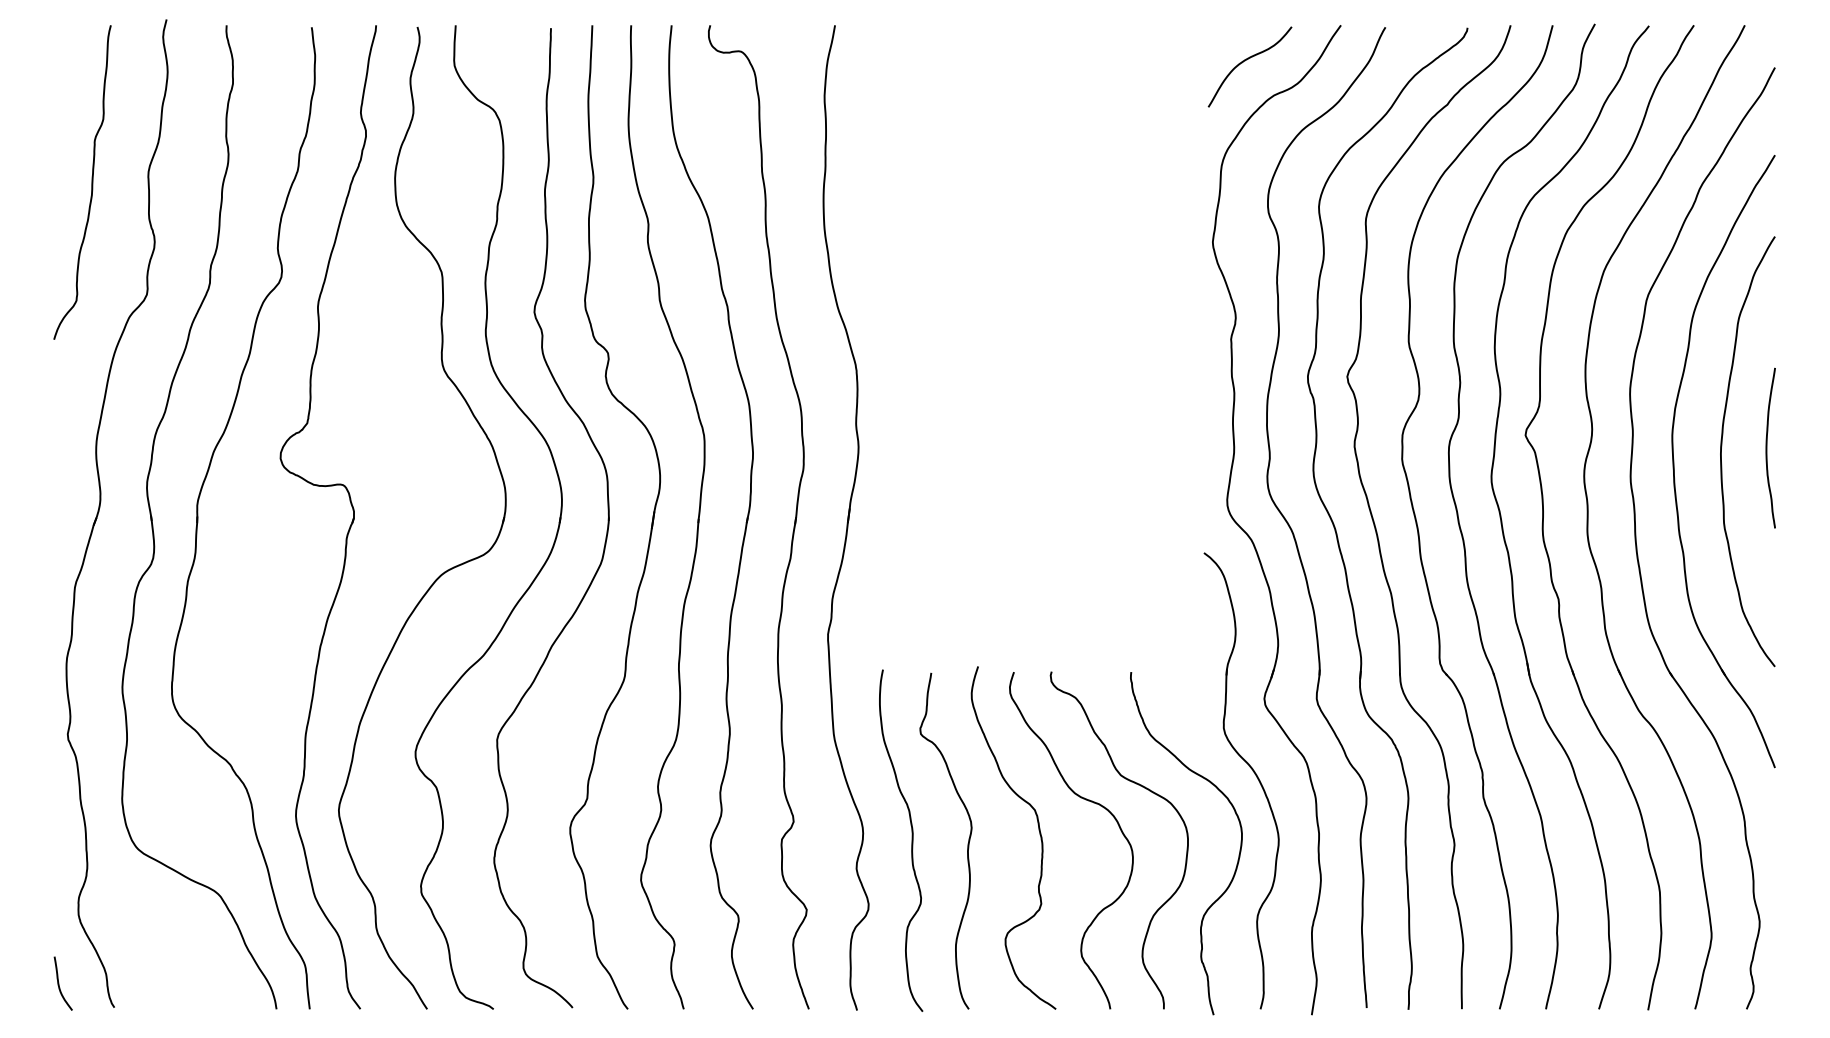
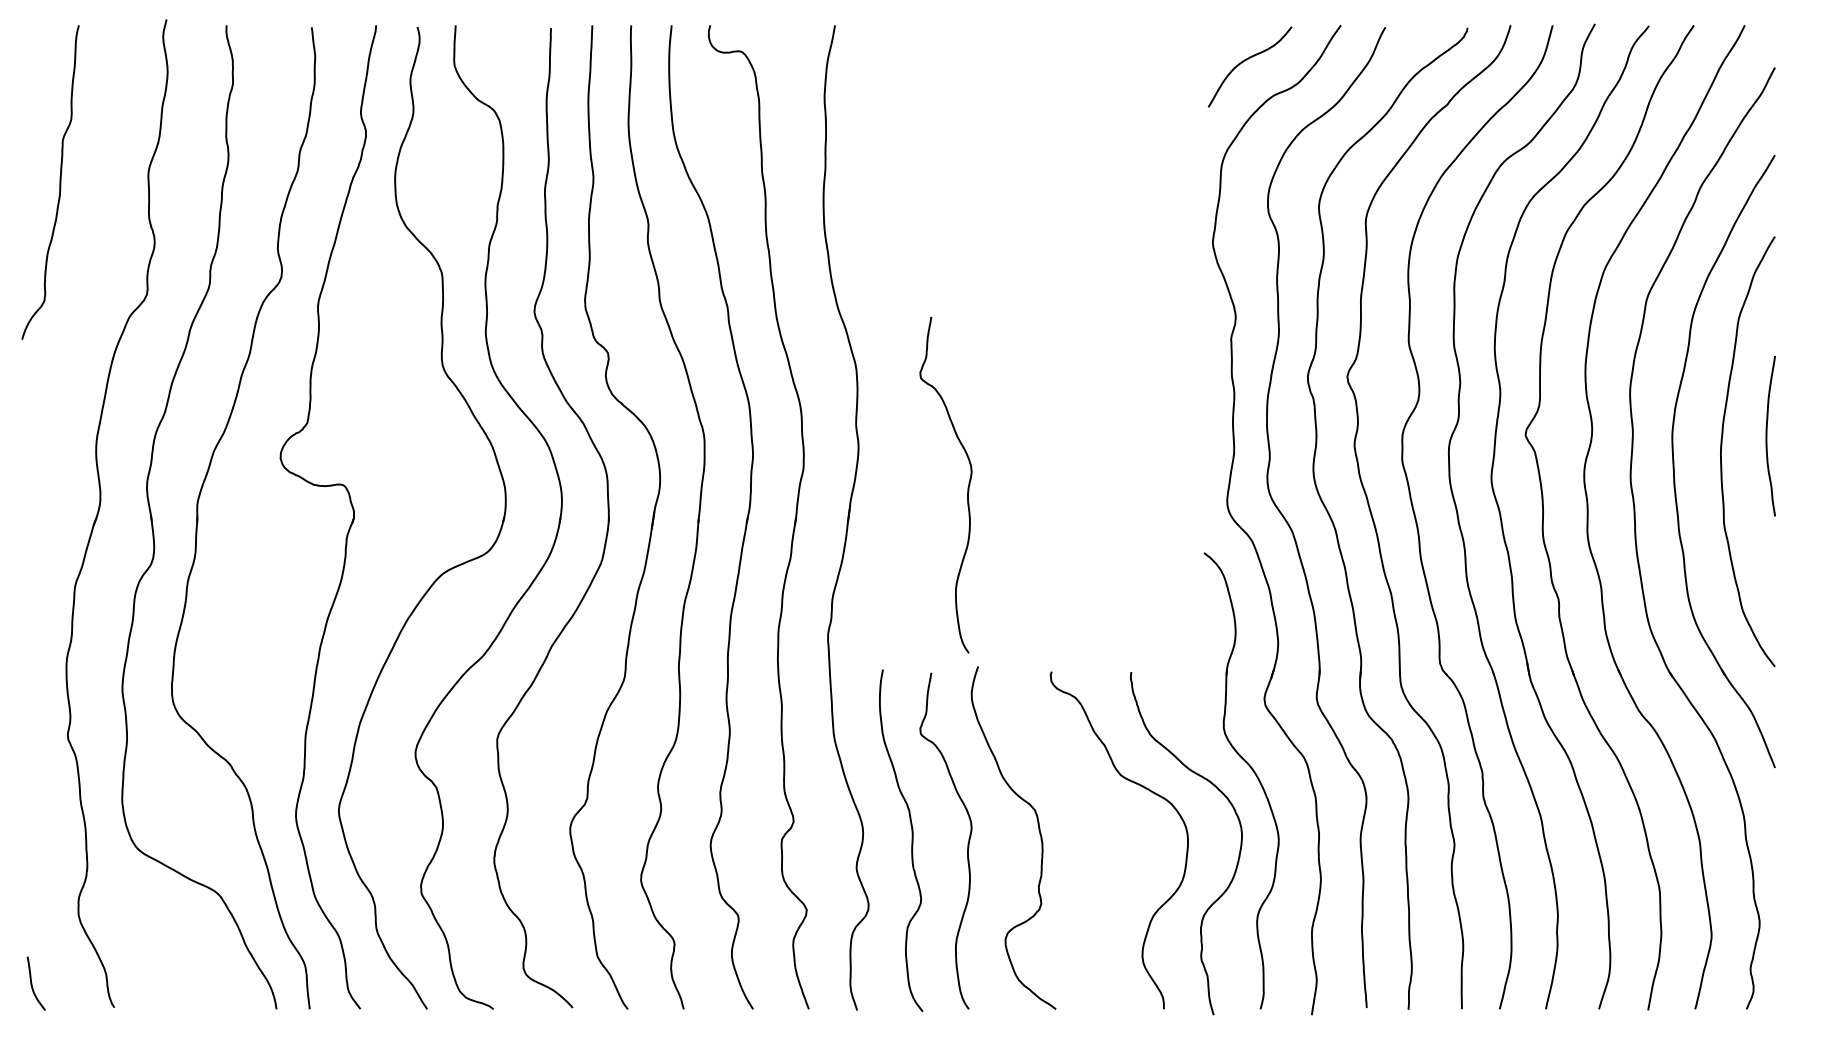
curve at (91, 182) position: (91, 182) -> (59, 182)
curve at (1767, 447) position: (1767, 447) -> (1767, 435)
curve at (967, 487): none -> present
curve at (1085, 800): present -> none
curve at (59, 983) position: (59, 983) -> (32, 983)
